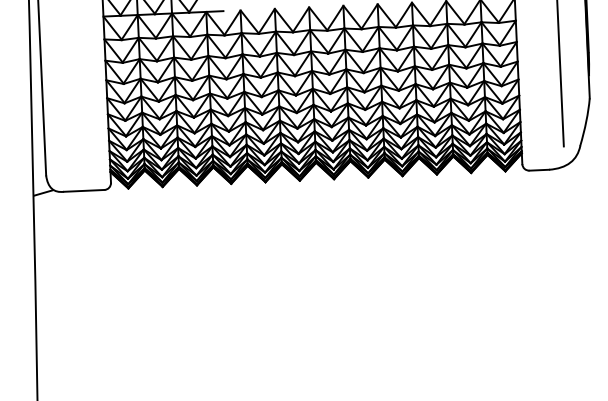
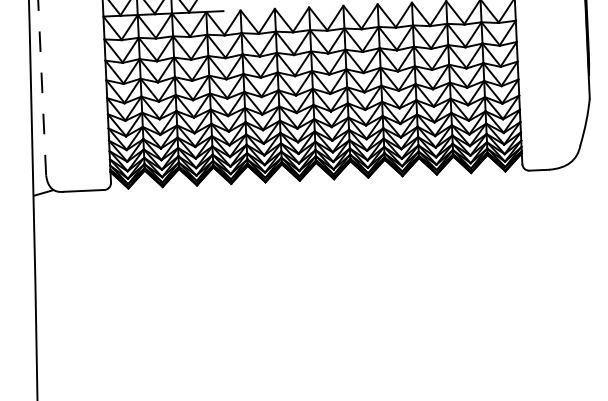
line at (560, 74): present -> none
line at (42, 87): solid -> dashed
